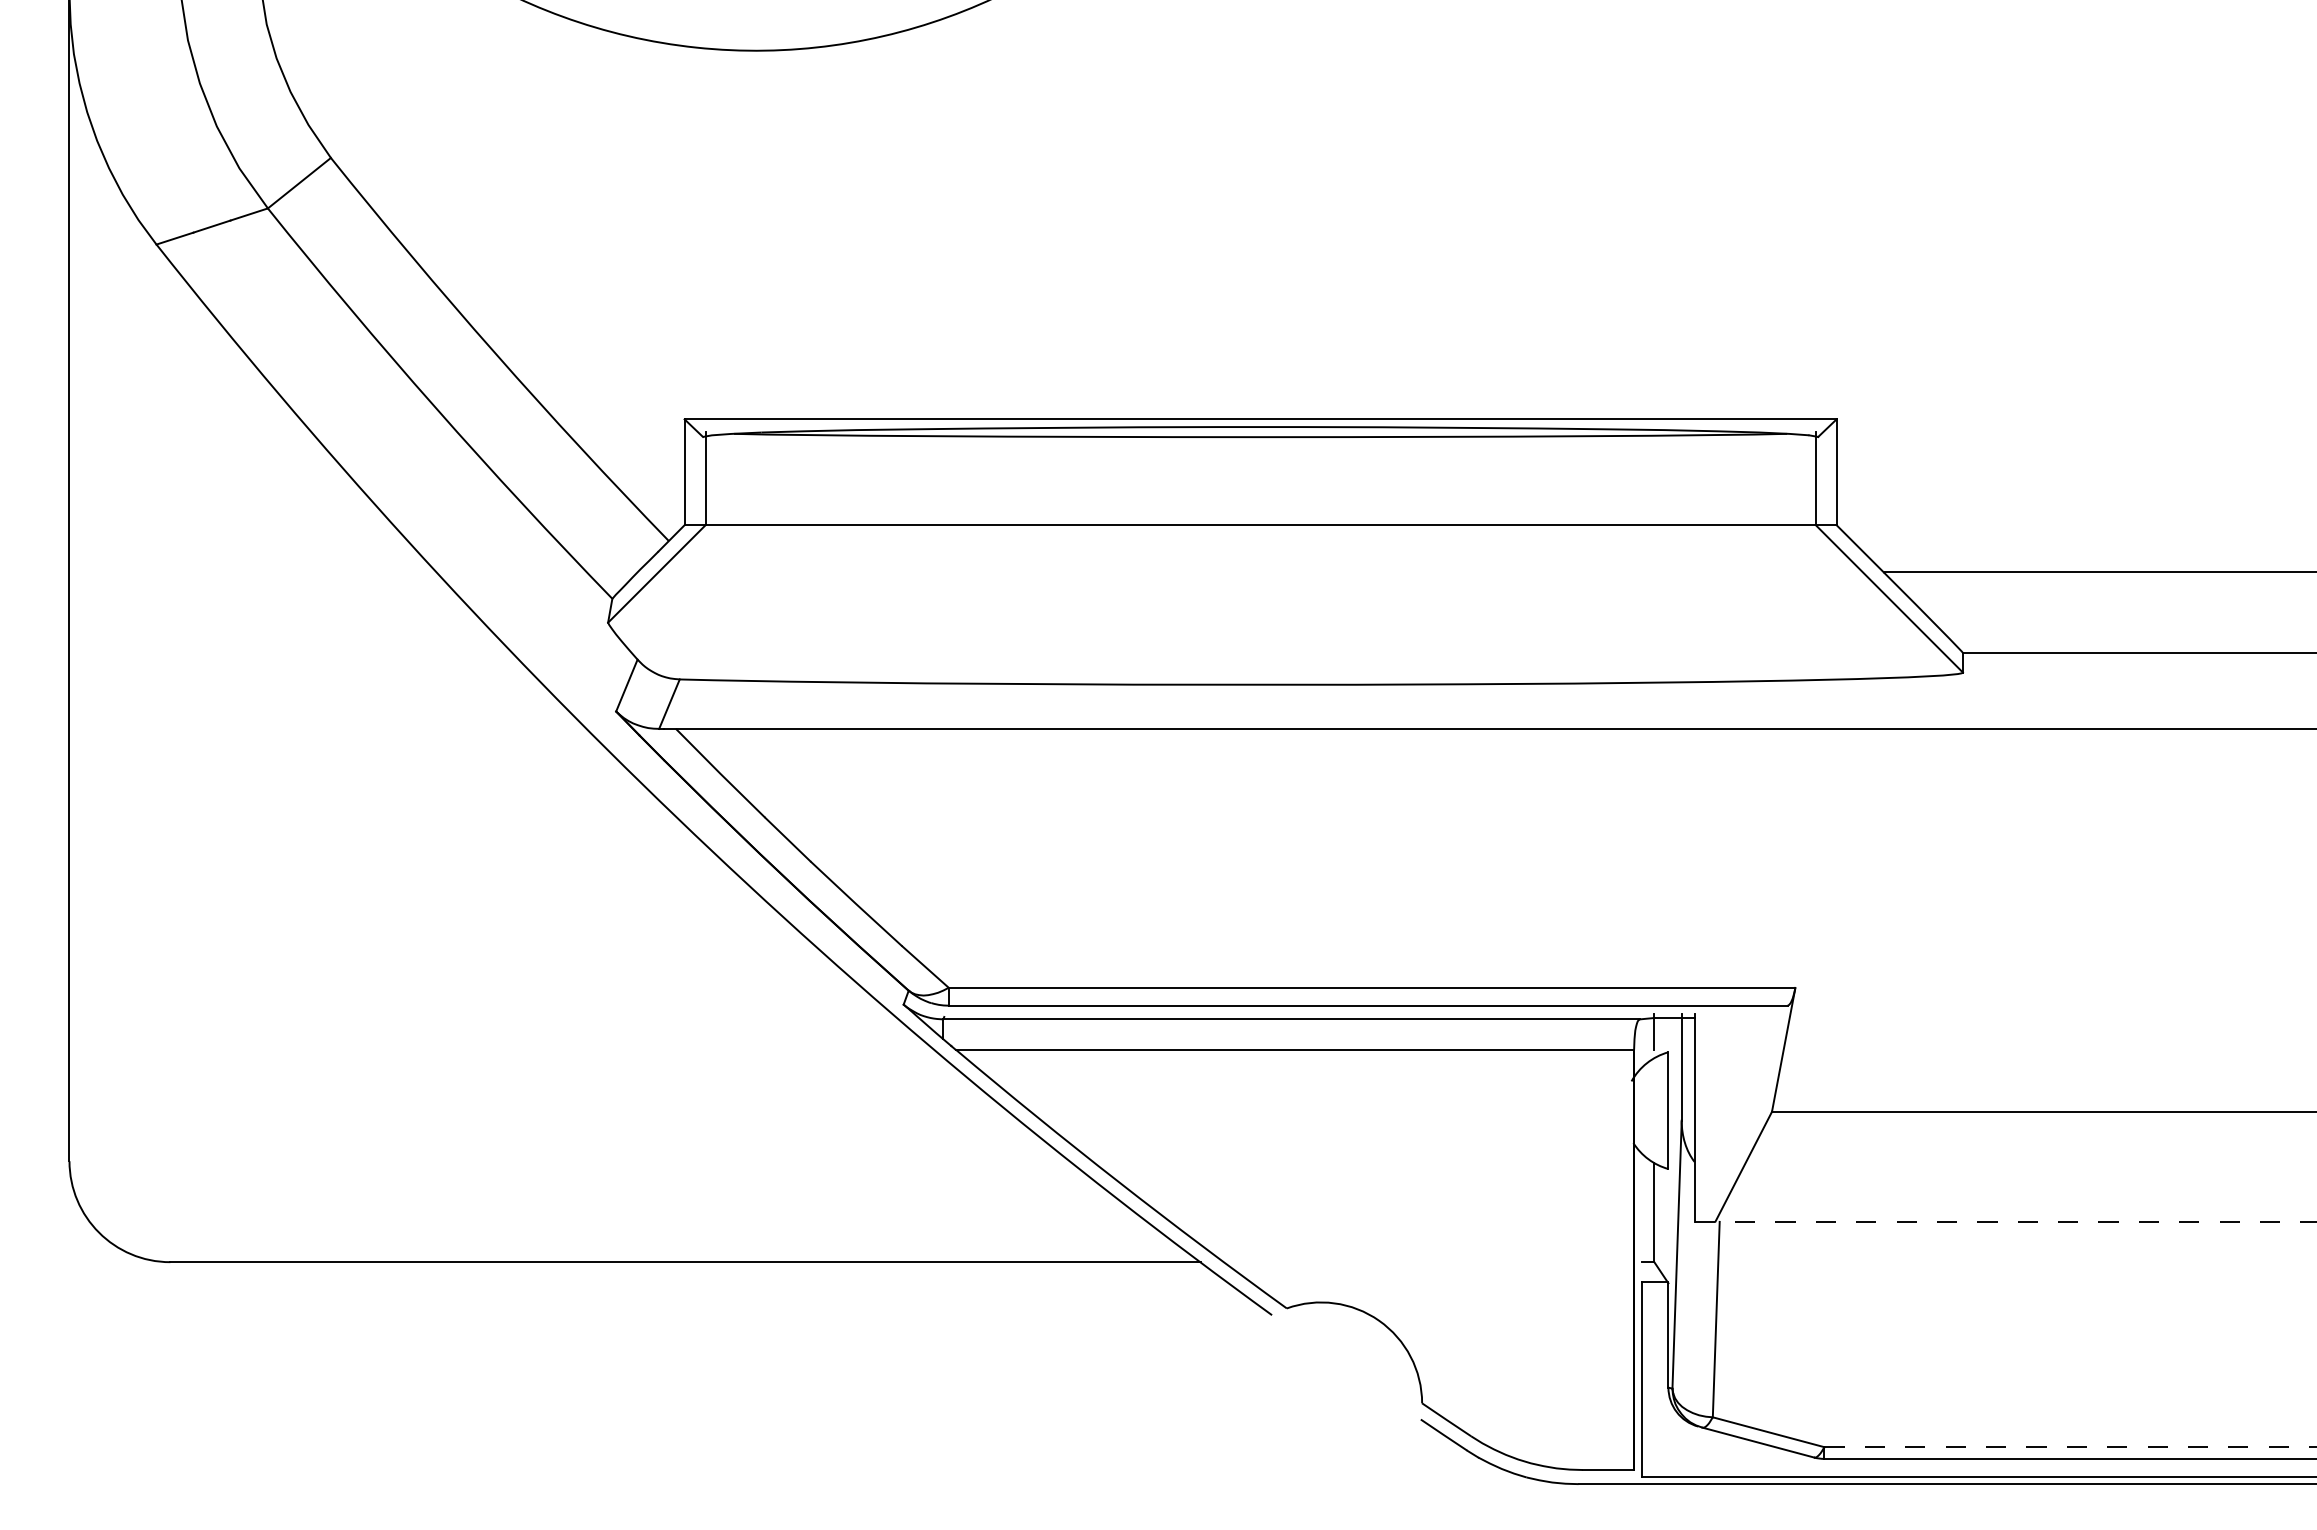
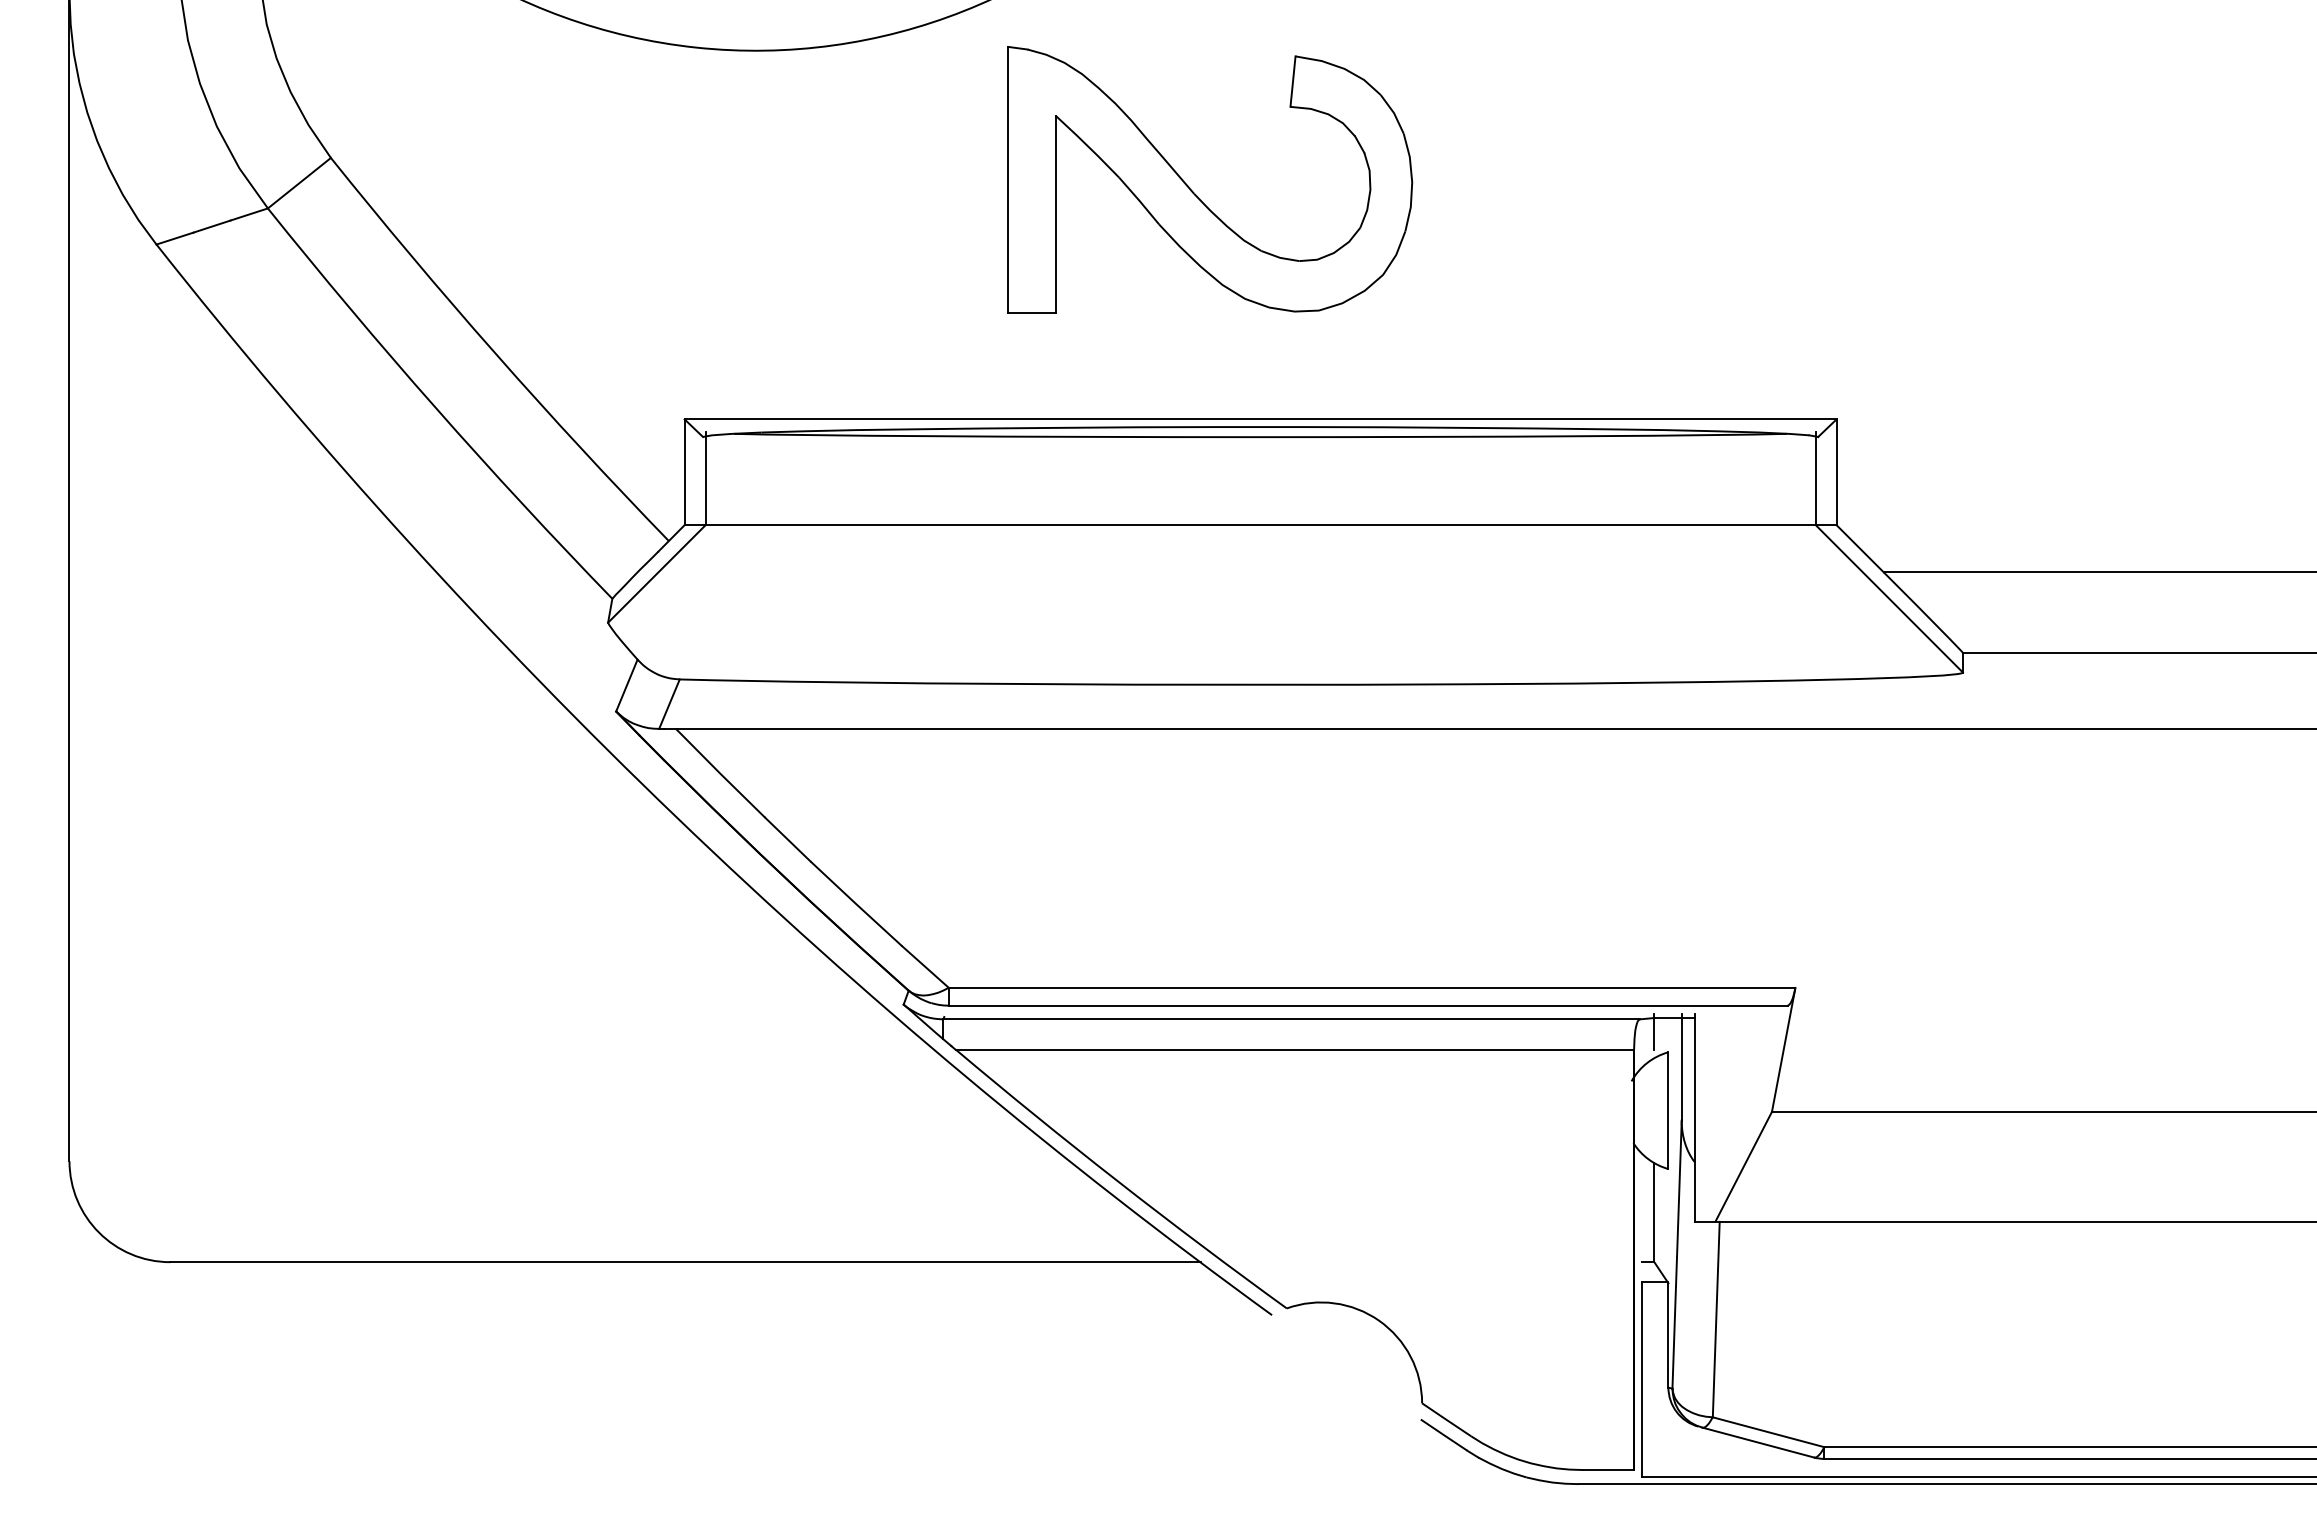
part at (1195, 193): none -> present
line at (2005, 1221): dashed -> solid
line at (2070, 1447): dashed -> solid
